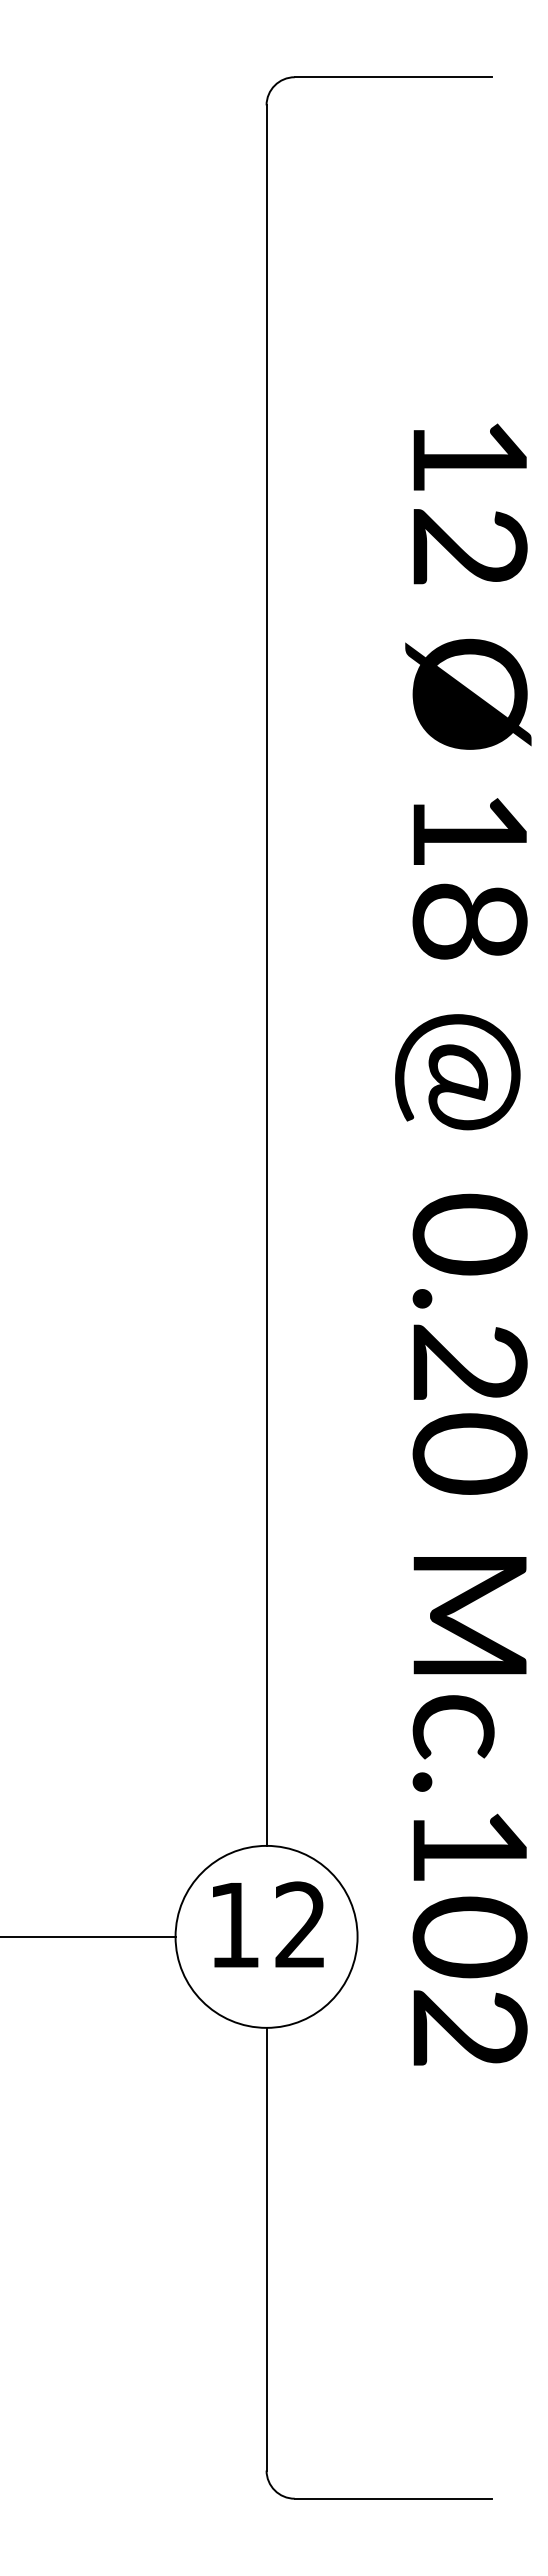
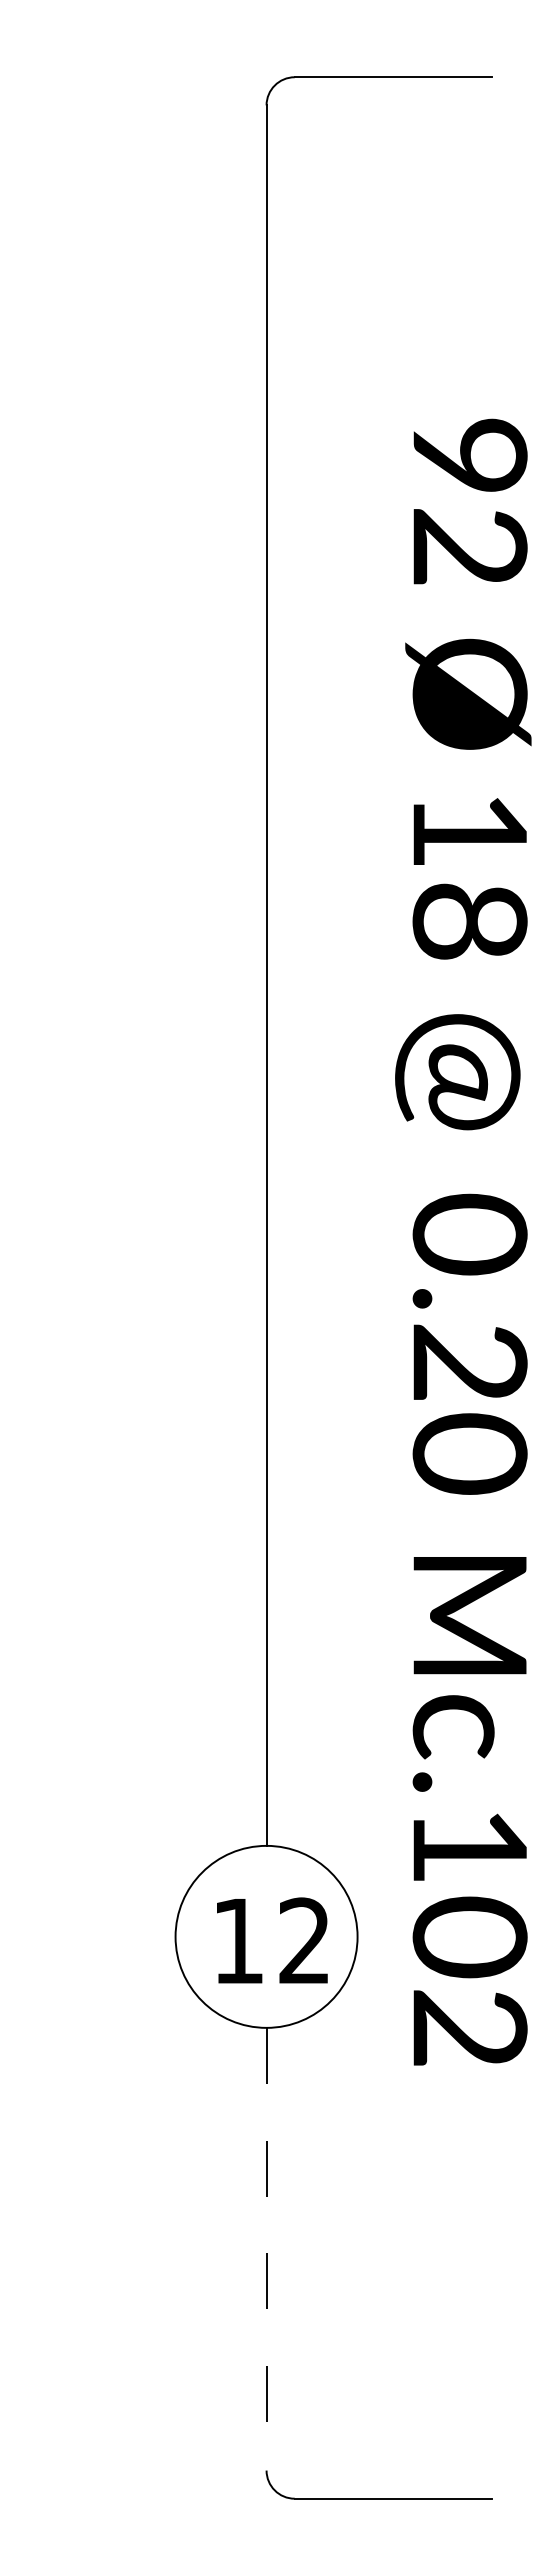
text at (470, 454): 12 -> 92
text at (268, 1924) position: (268, 1924) -> (272, 1940)
line at (88, 1936): present -> none
line at (266, 2249): solid -> dashed
